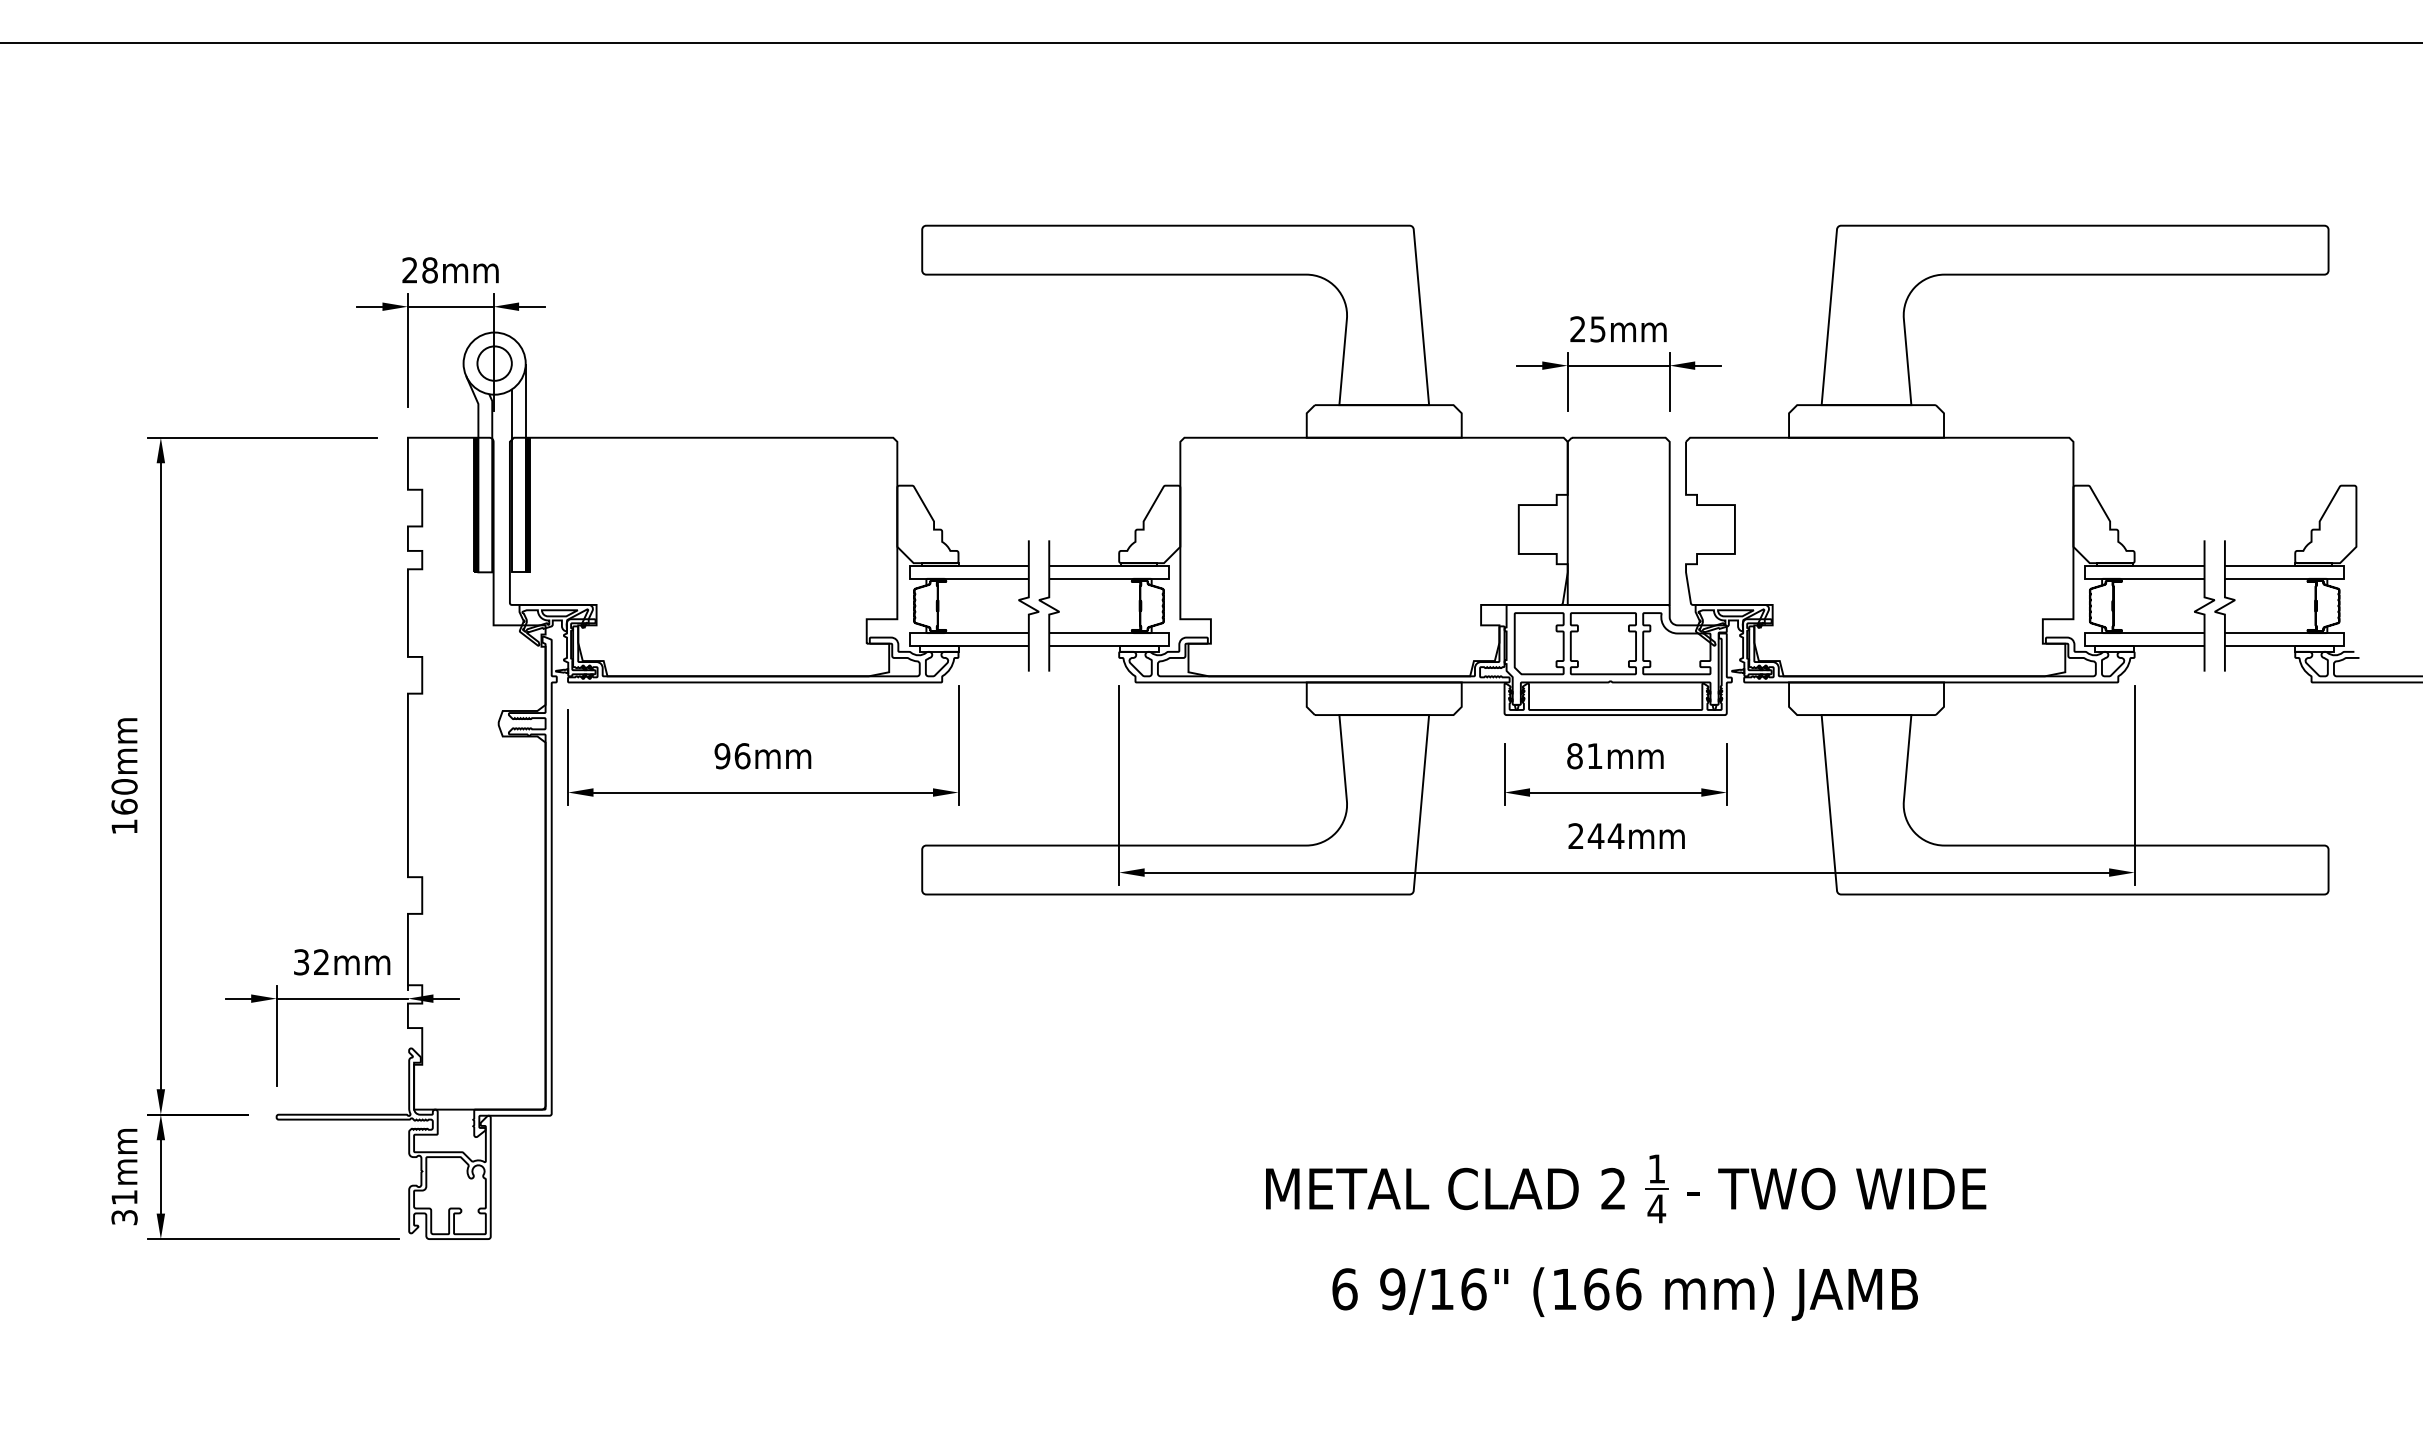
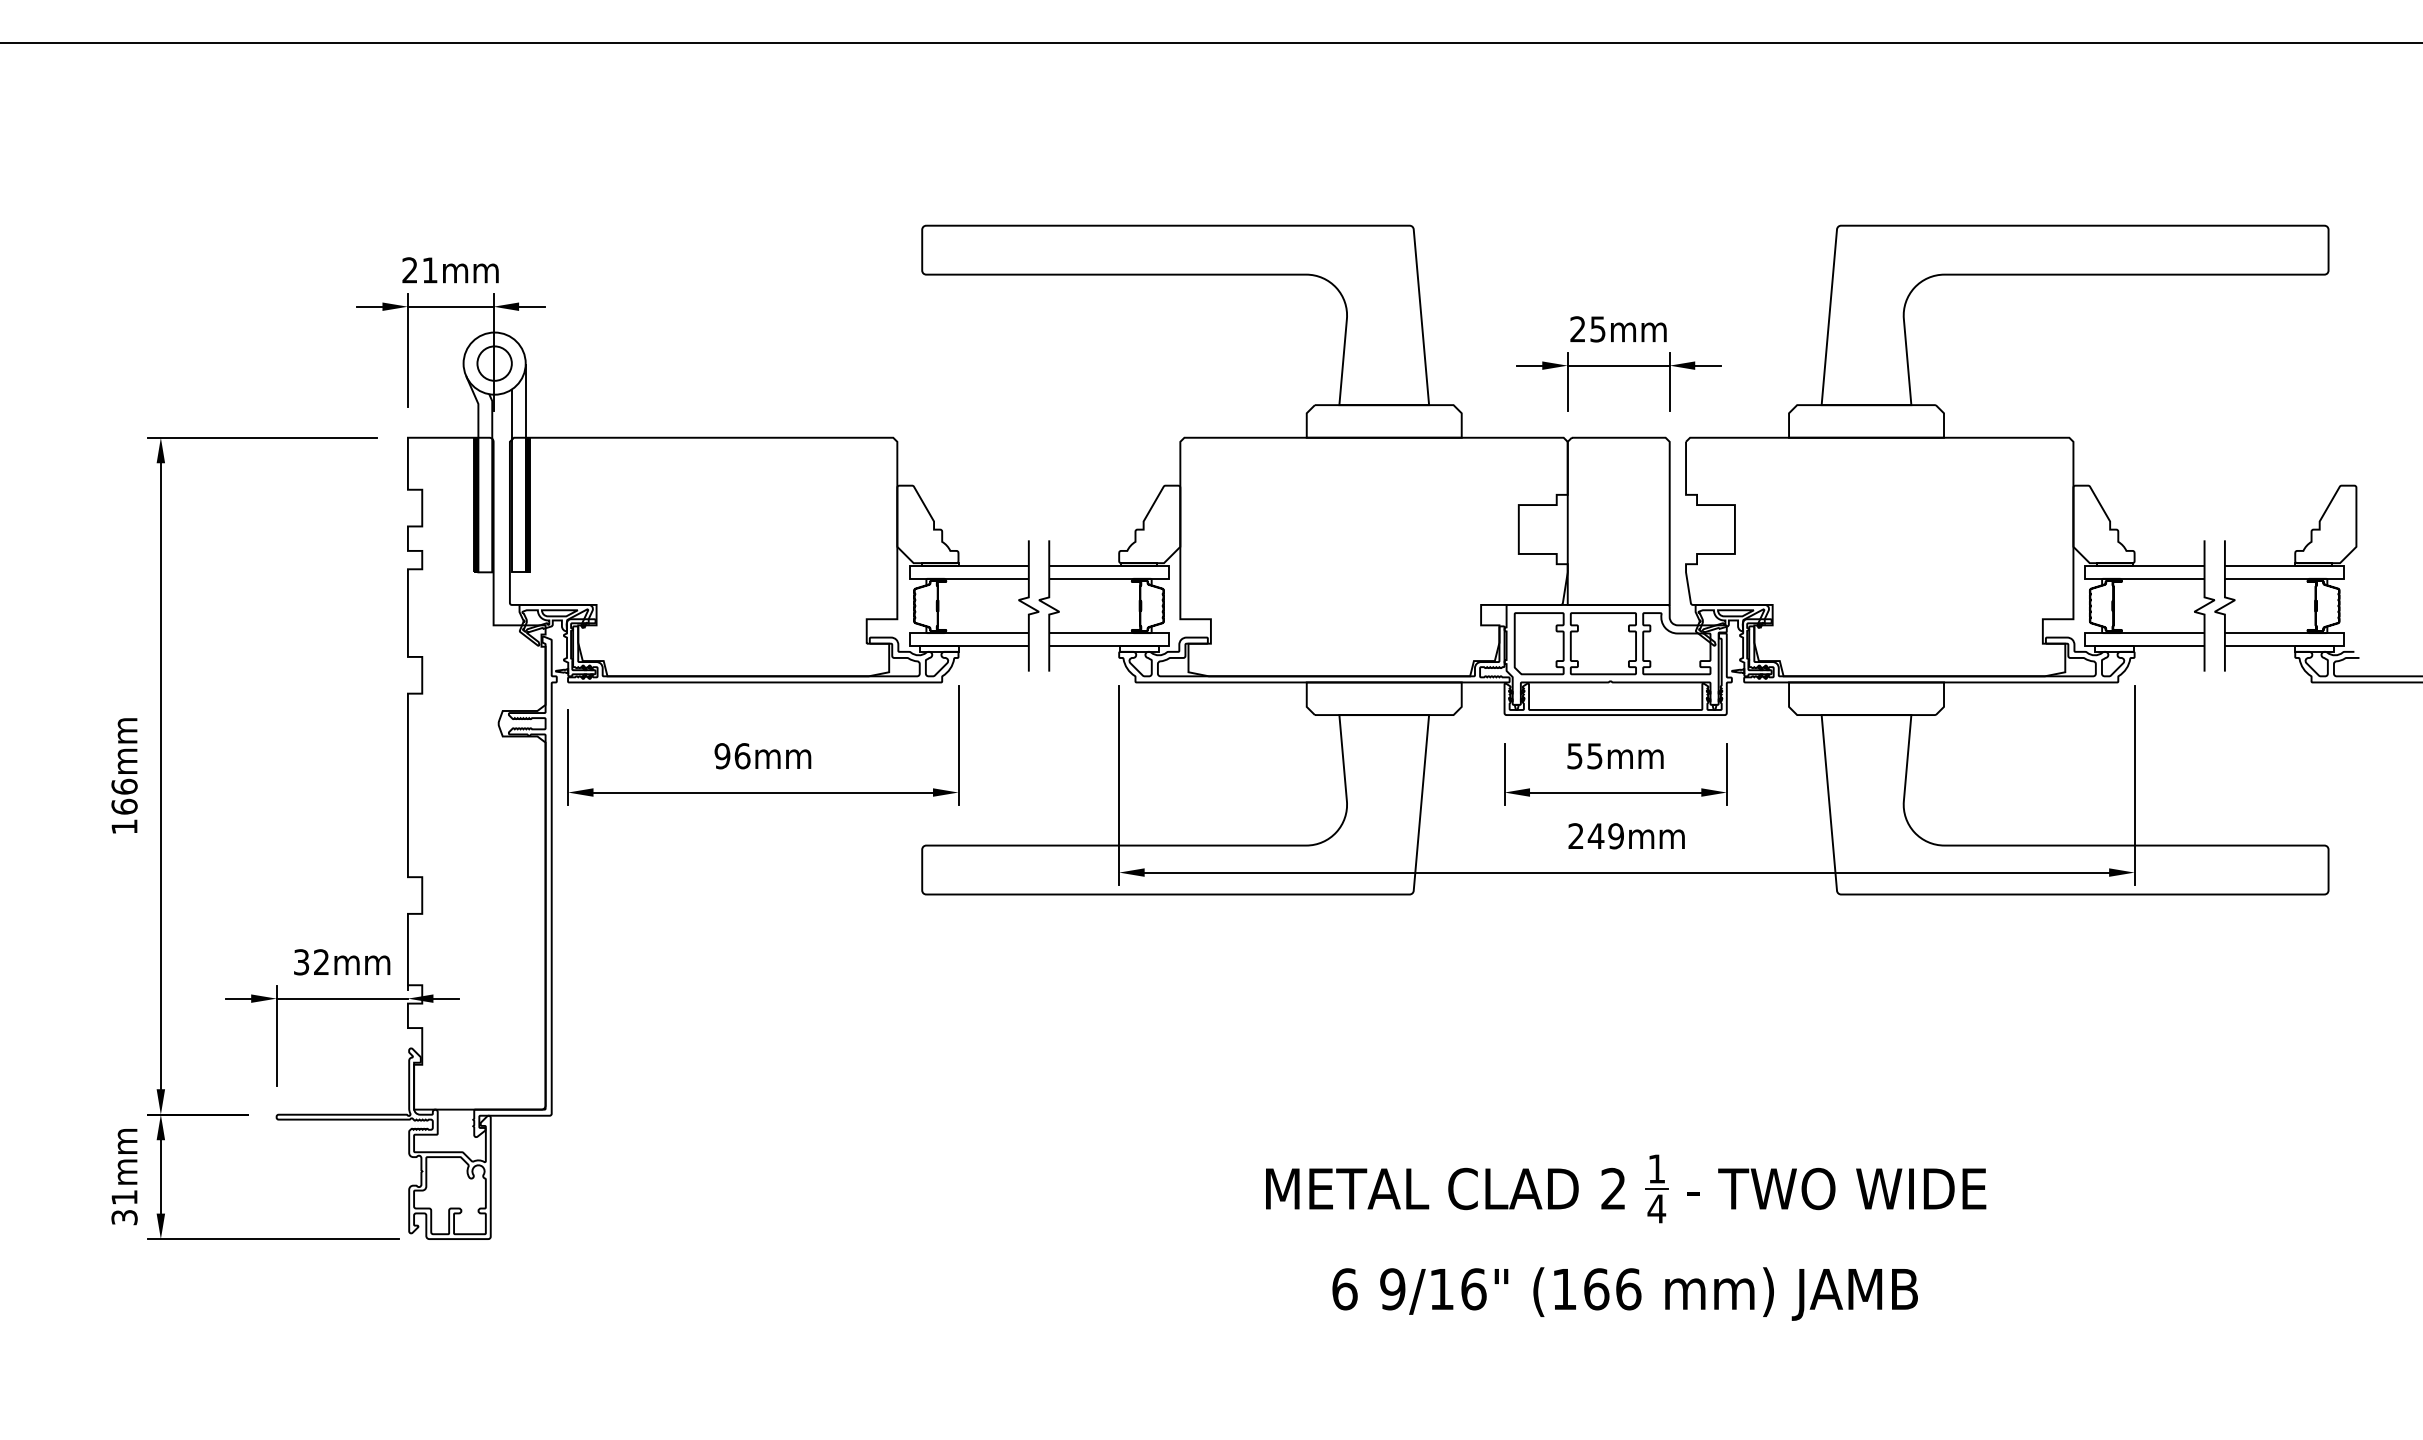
text at (429, 270): 28mm -> 21mm
text at (1584, 756): 81mm -> 55mm
text at (124, 786): 160mm -> 166mm
text at (1615, 836): 244mm -> 249mm
